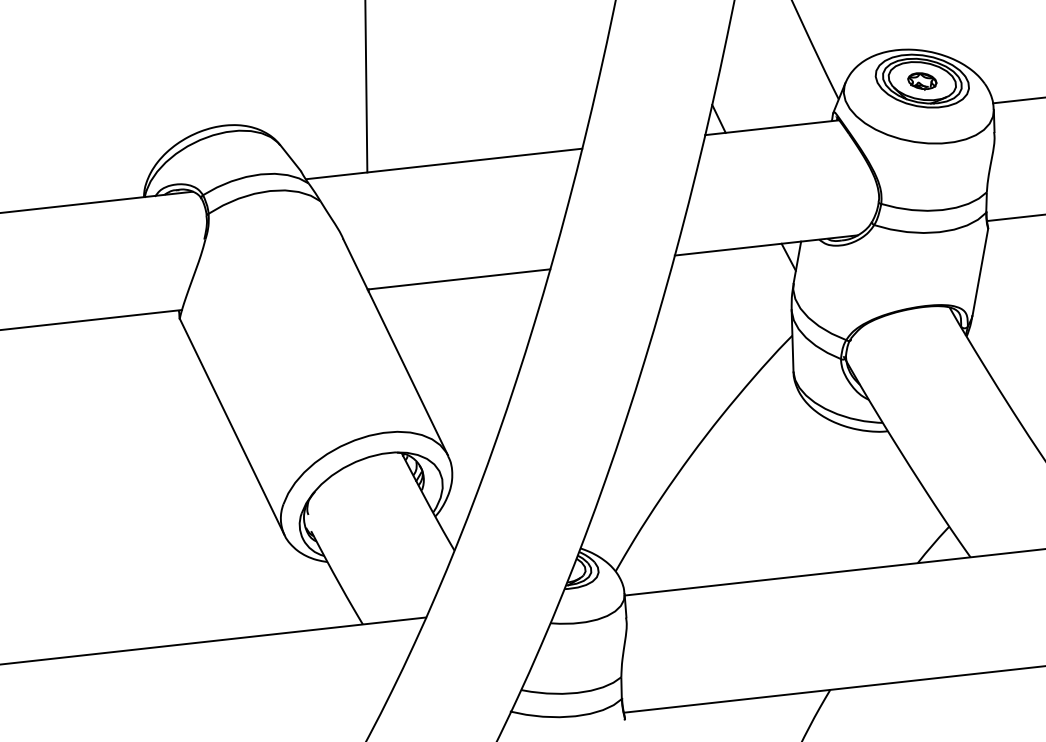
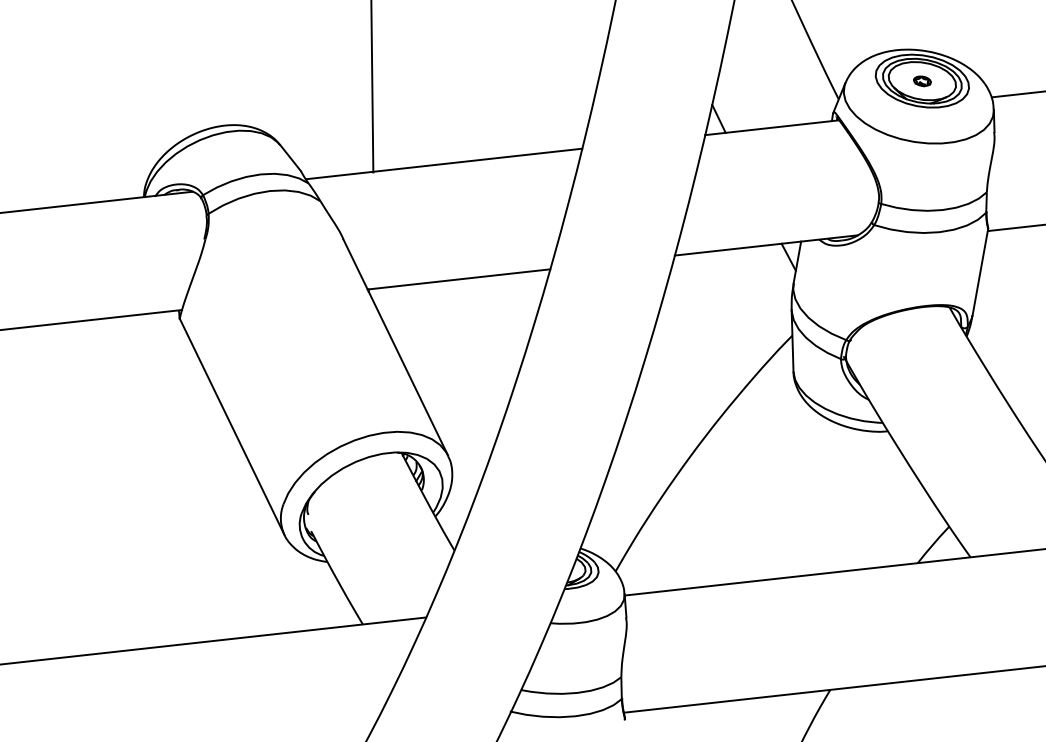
part at (922, 81) size: 31x19 px -> 19x13 px
line at (366, 87) position: (366, 87) -> (372, 87)
line at (1017, 100) position: (1017, 100) -> (1017, 94)
line at (1014, 217) position: (1014, 217) -> (1015, 228)
